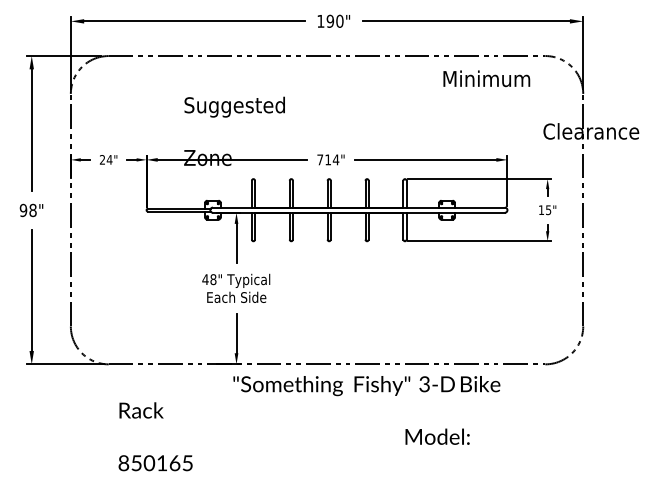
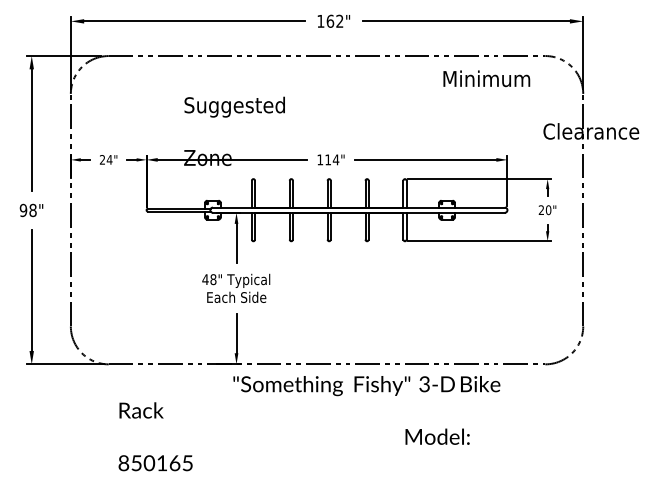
text at (334, 20): 190" -> 162"
text at (320, 159): 714" -> 114"
text at (544, 210): 15" -> 20"
